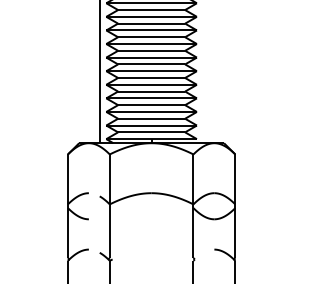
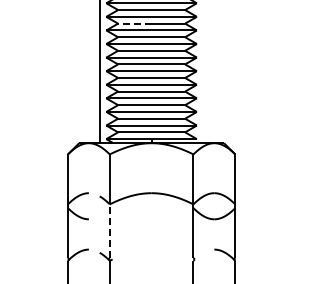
line at (134, 23): solid -> dashed
line at (109, 231): solid -> dashed
